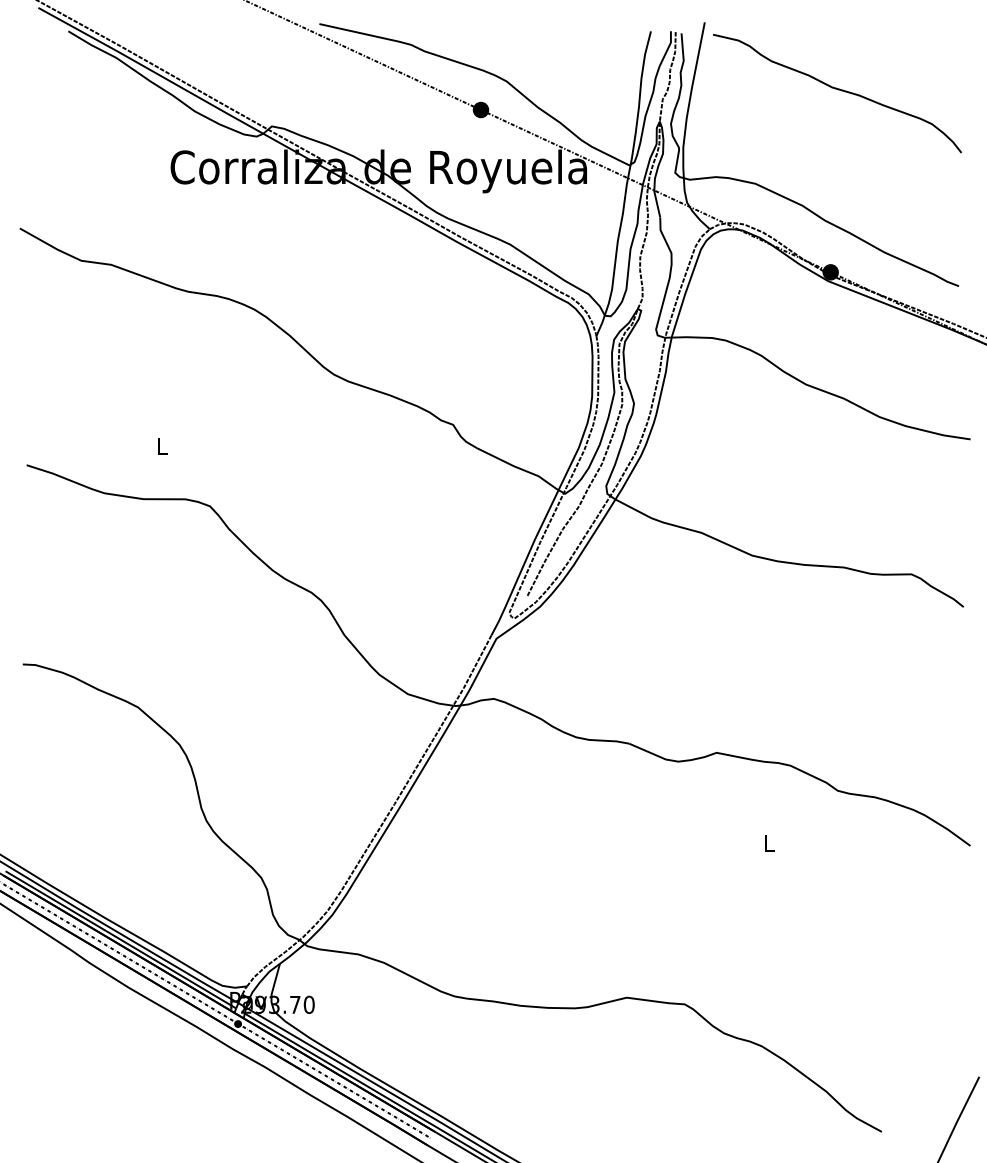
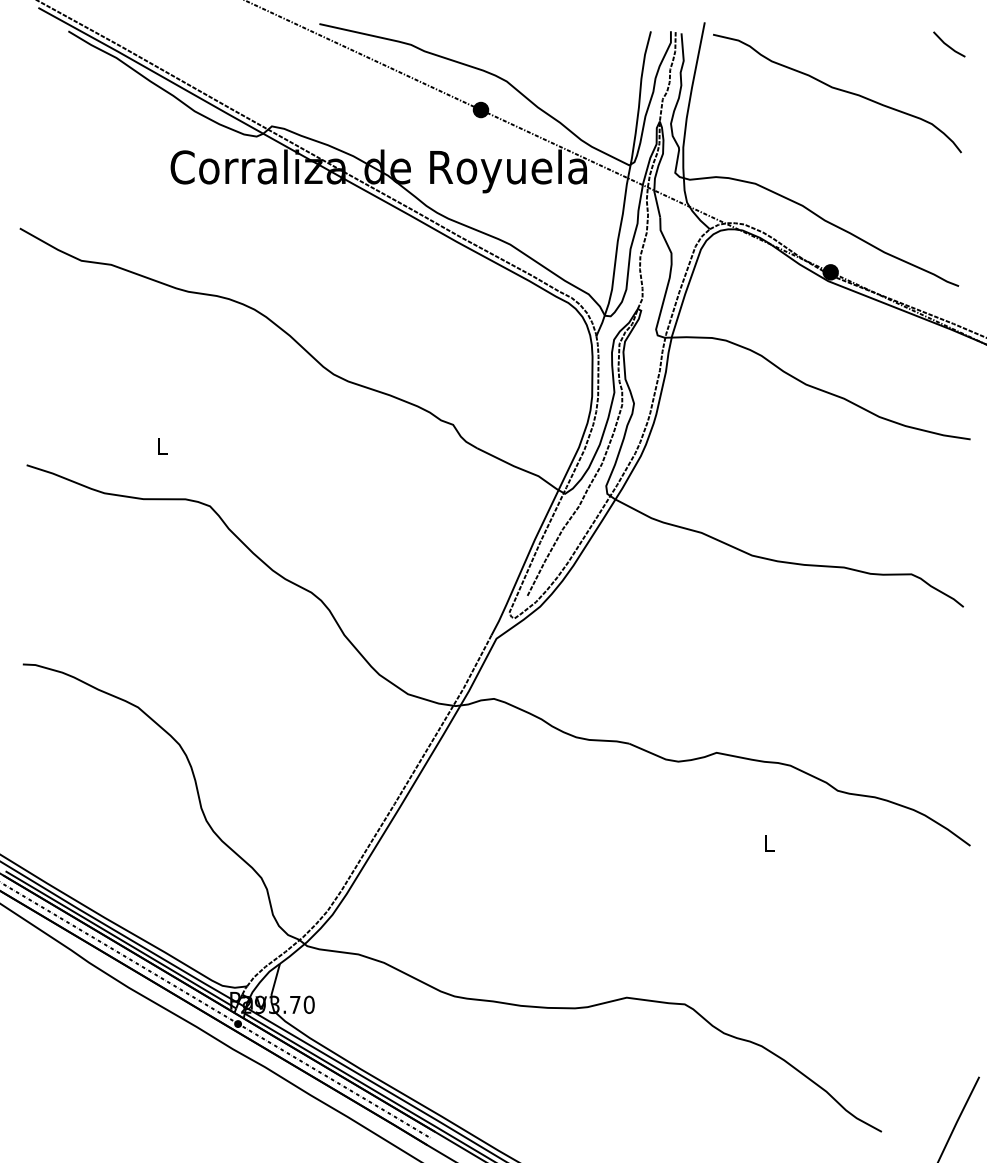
line at (949, 45): none -> present
